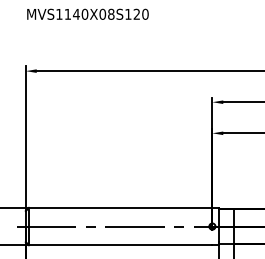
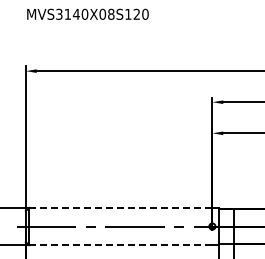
text at (59, 13): MVS1140X08S120 -> MVS3140X08S120
line at (120, 207): solid -> dashed
line at (120, 245): solid -> dashed
